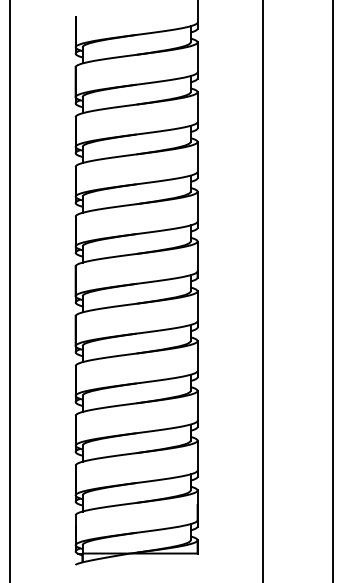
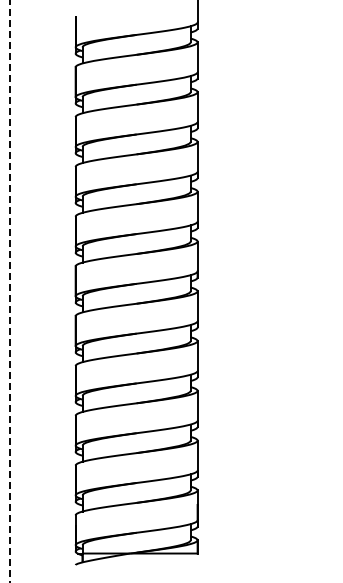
line at (262, 290): present -> none
line at (332, 290): present -> none
line at (10, 291): solid -> dashed
